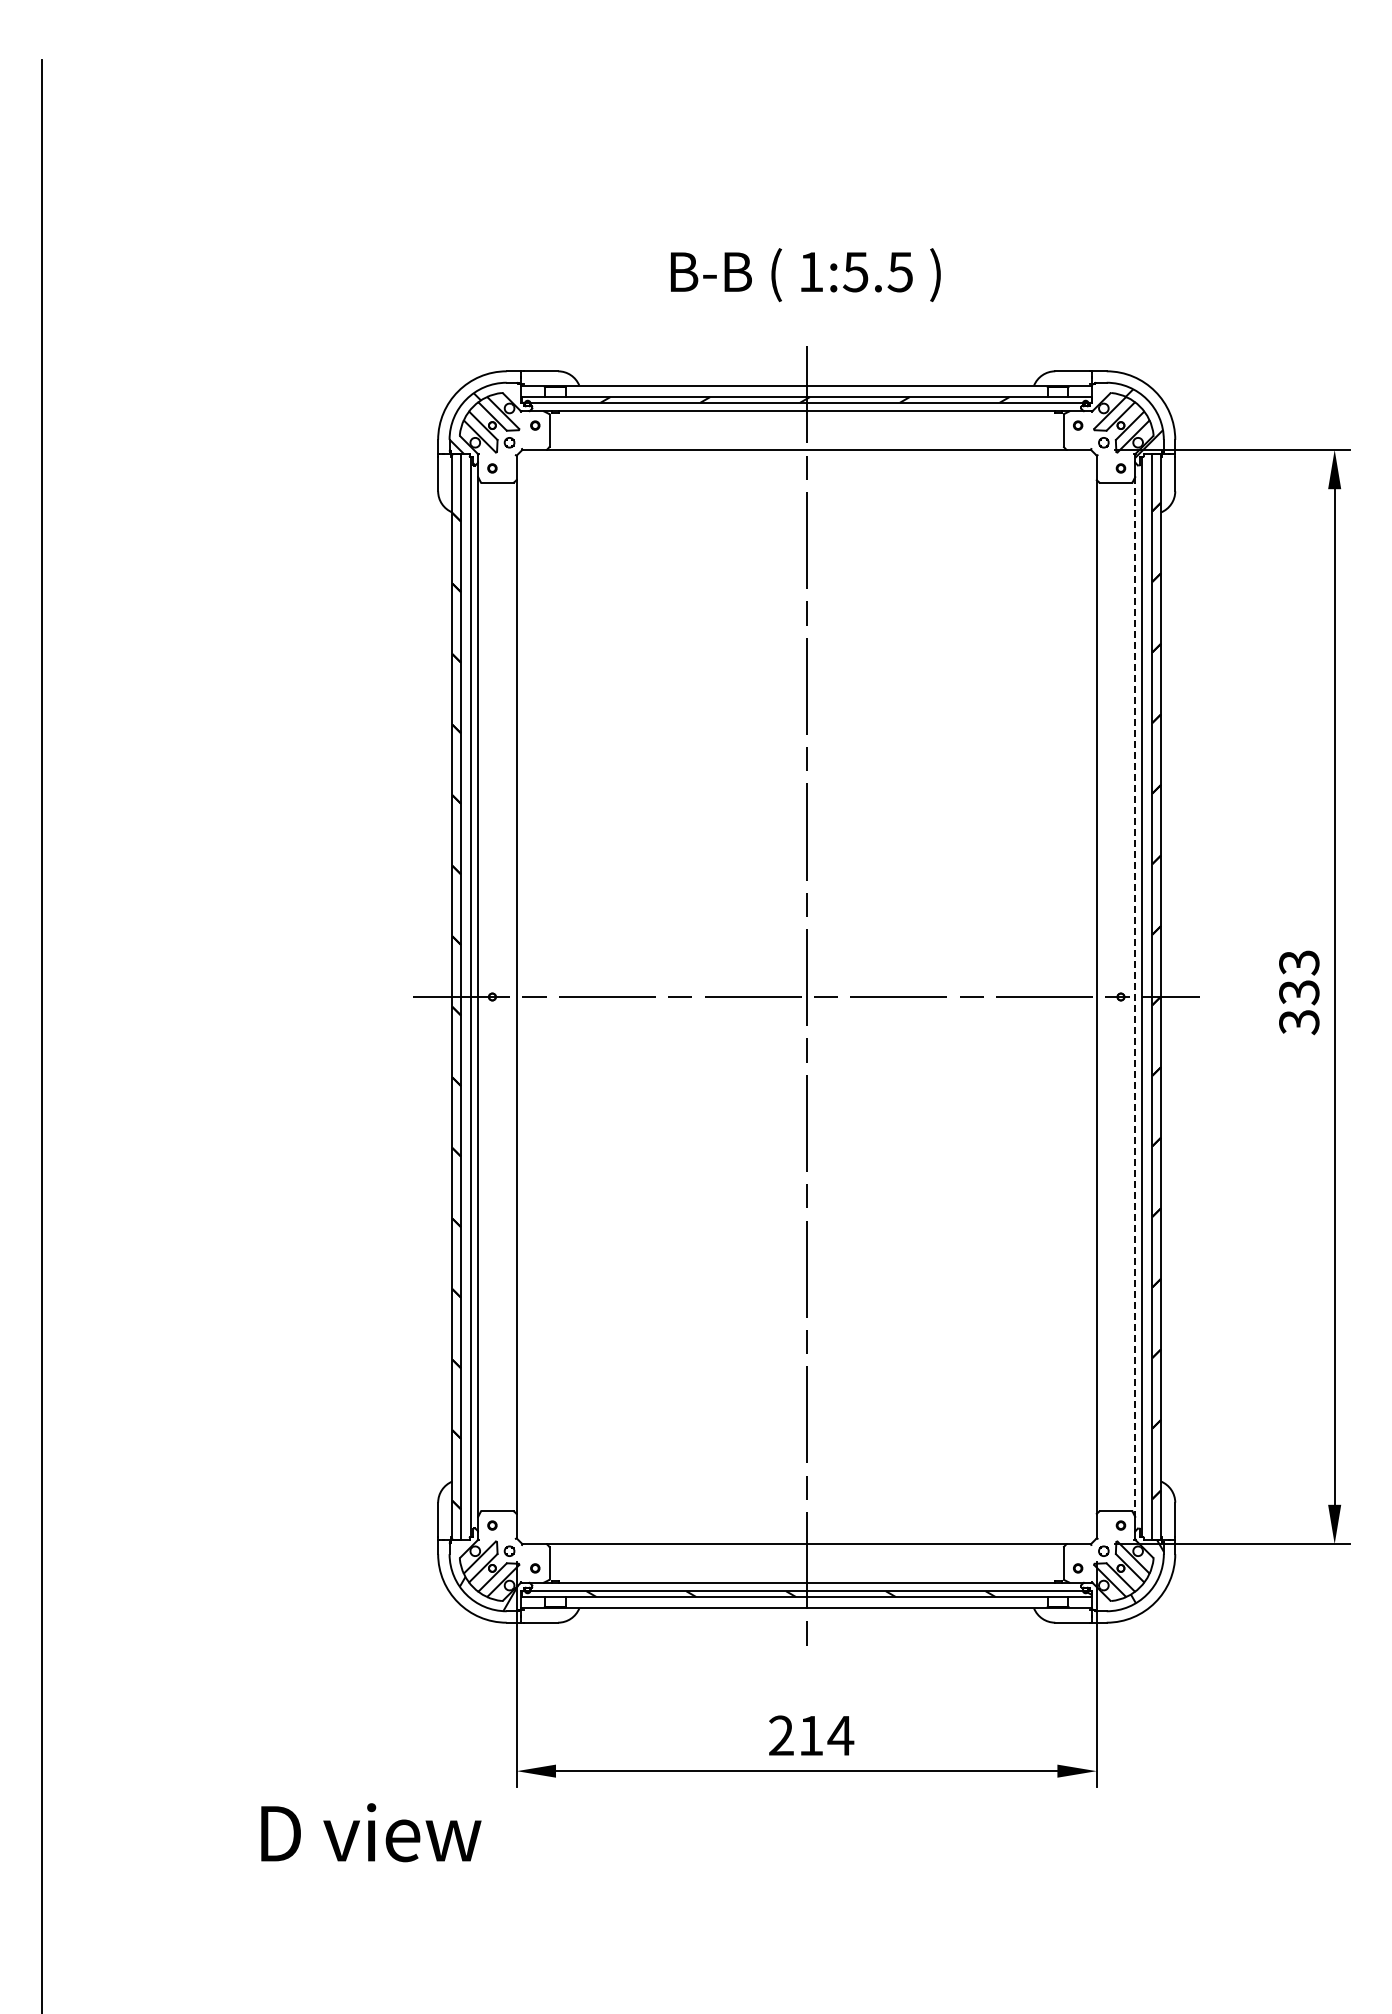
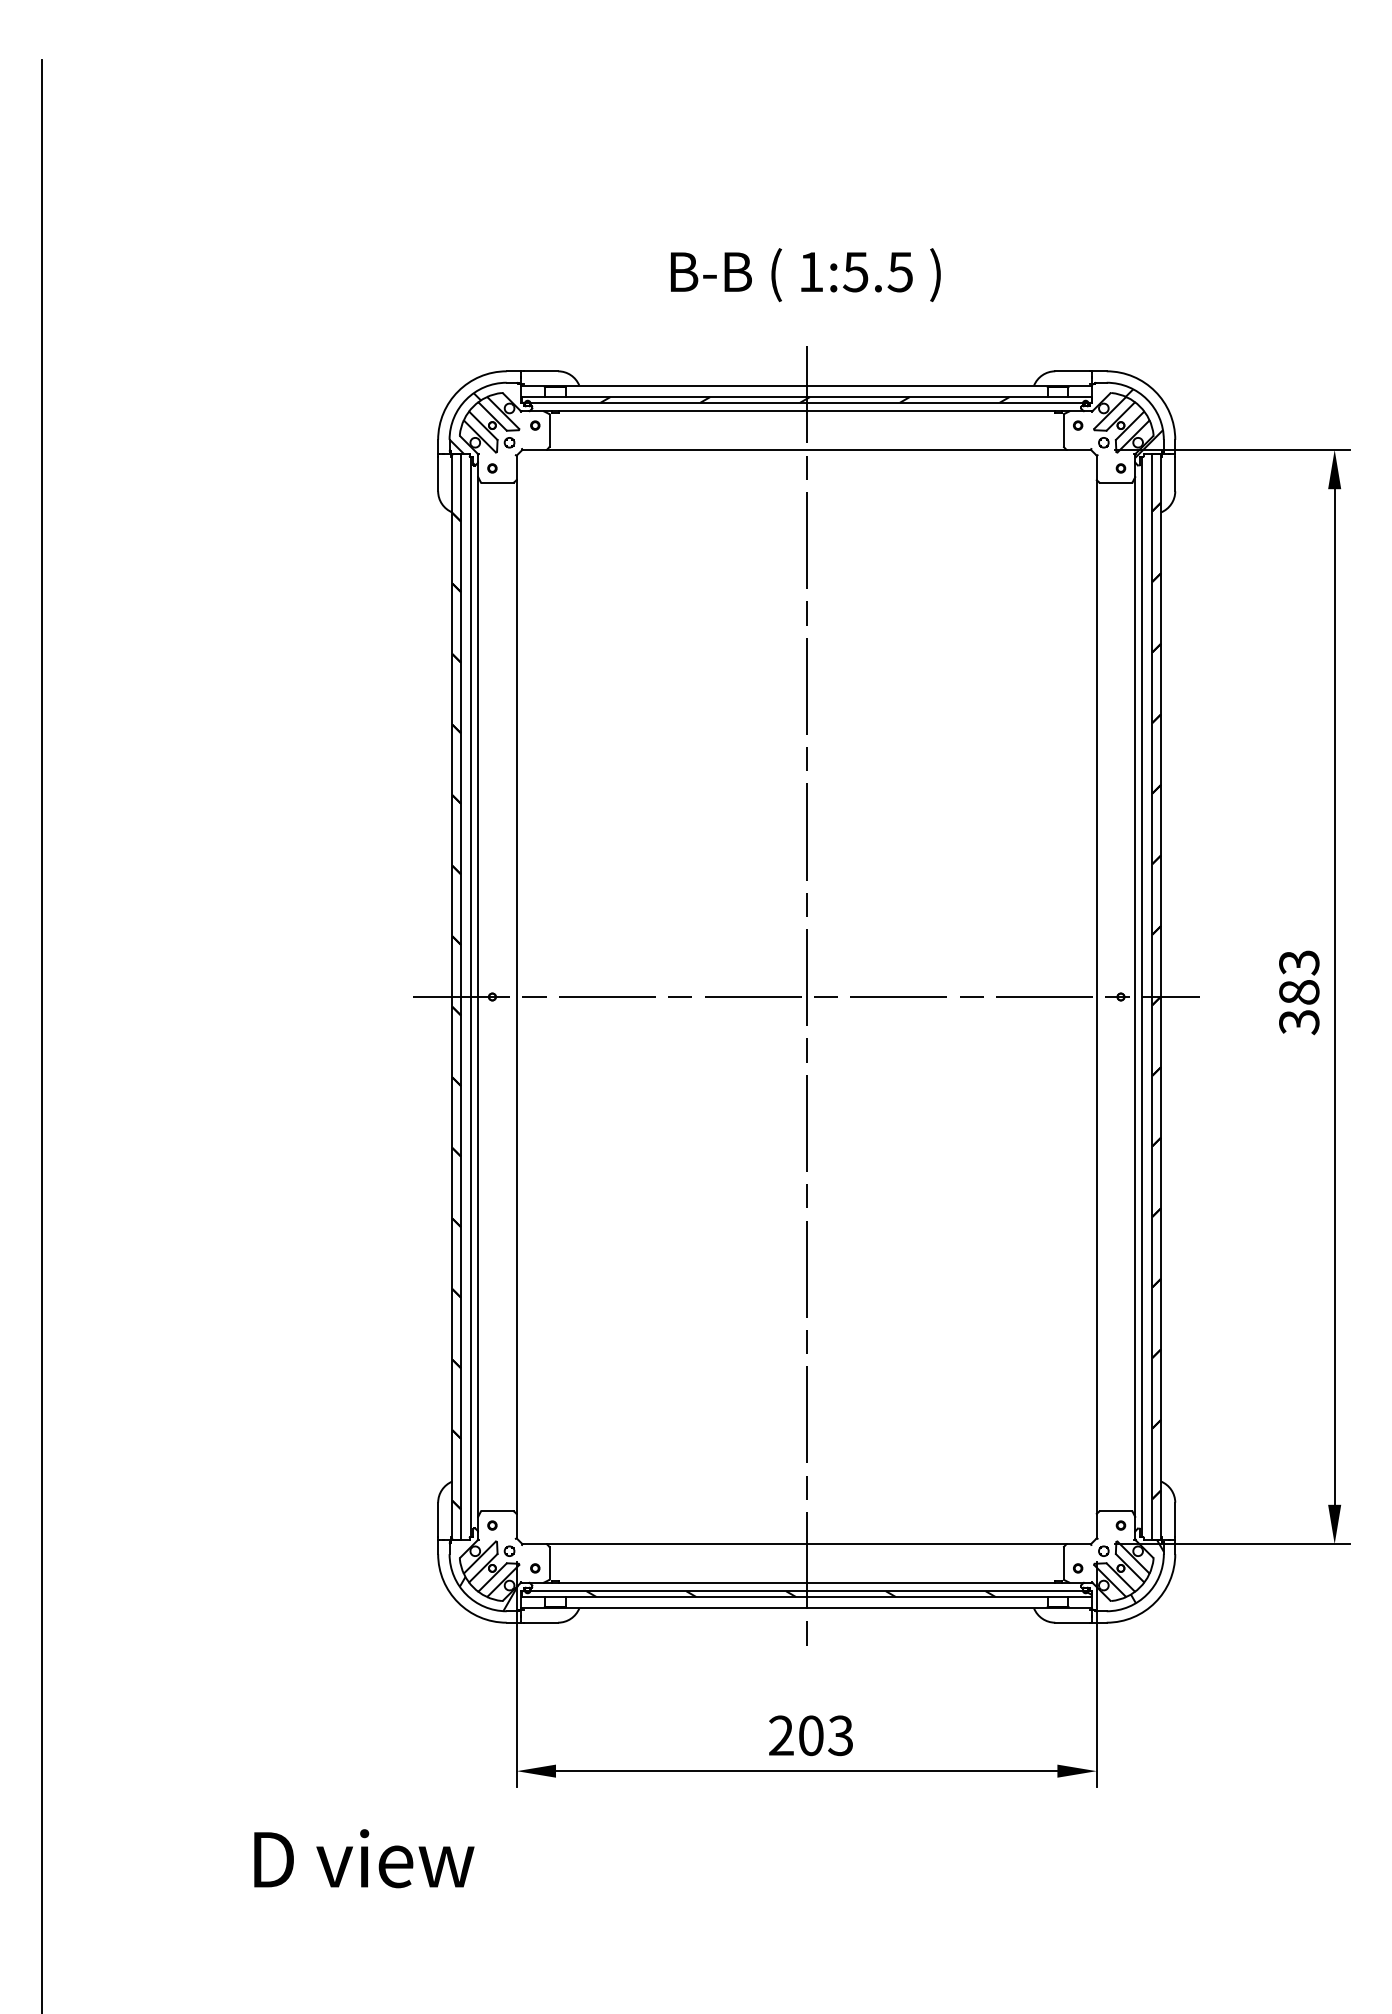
text at (1299, 992): 333 -> 383
line at (1135, 997): dashed -> solid
text at (826, 1735): 214 -> 203
text at (371, 1832) position: (371, 1832) -> (364, 1858)
